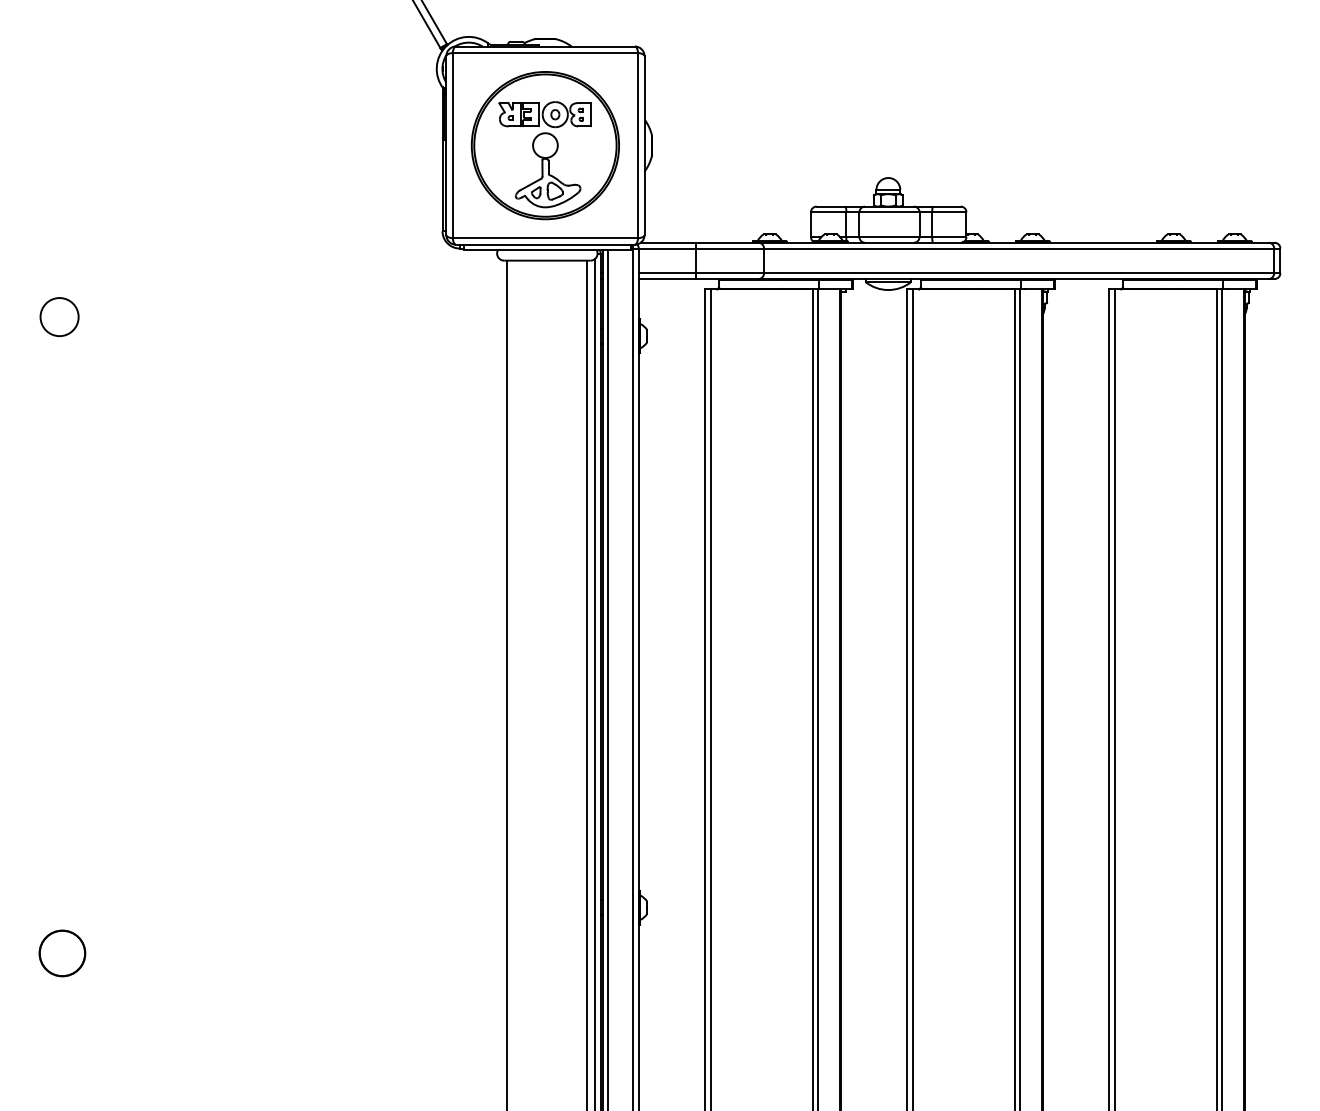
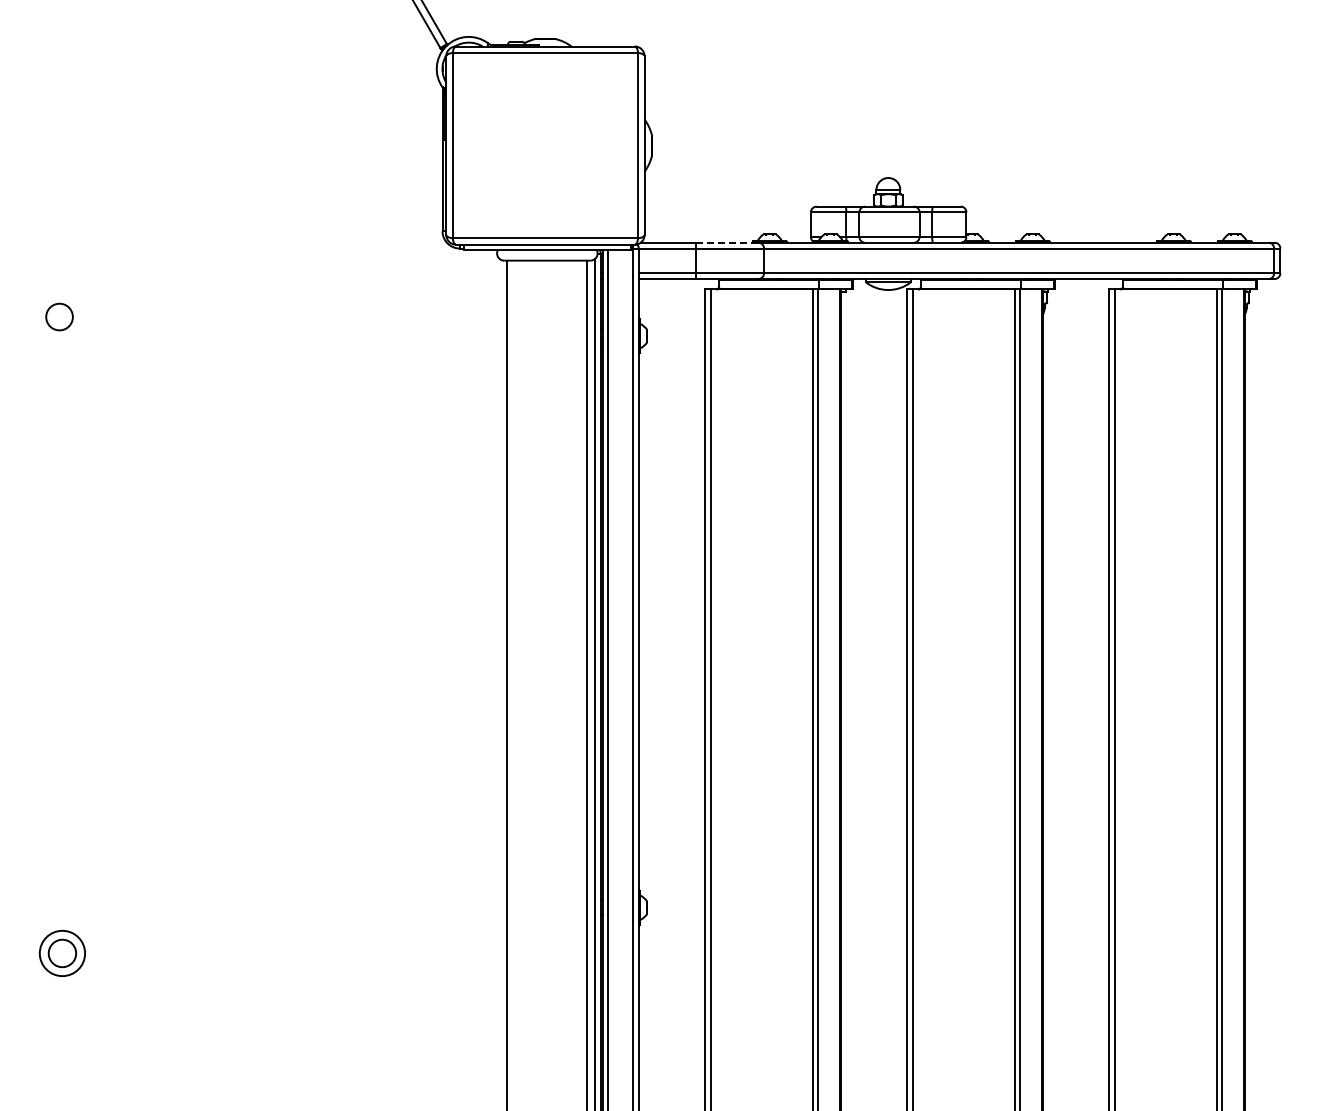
part at (544, 145): present -> none
line at (728, 242): solid -> dashed
circle at (59, 316) size: 41x40 px -> 29x30 px
circle at (62, 953) diameter: 46 px -> 27 px
